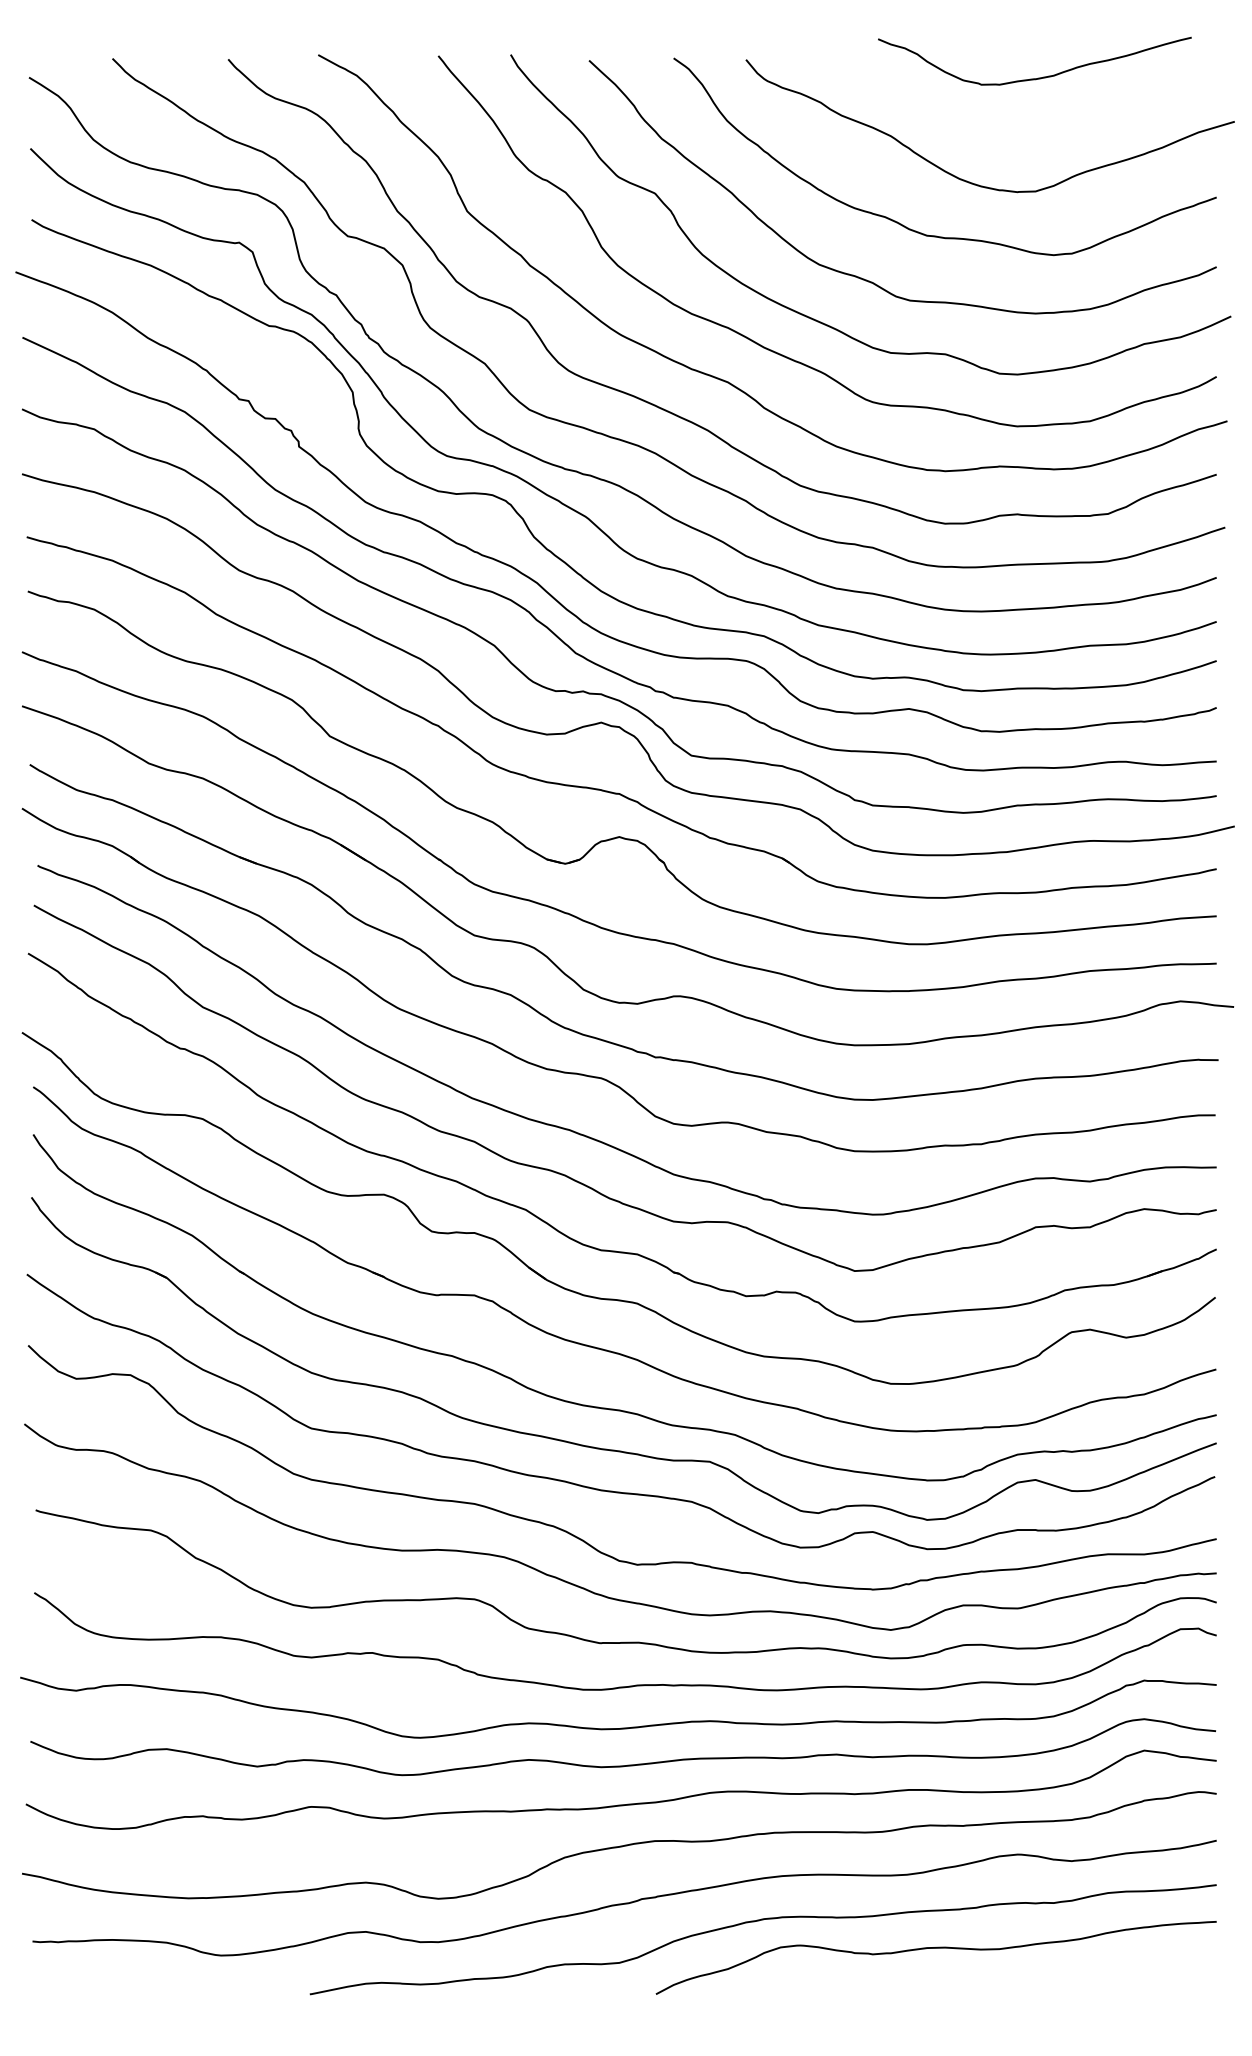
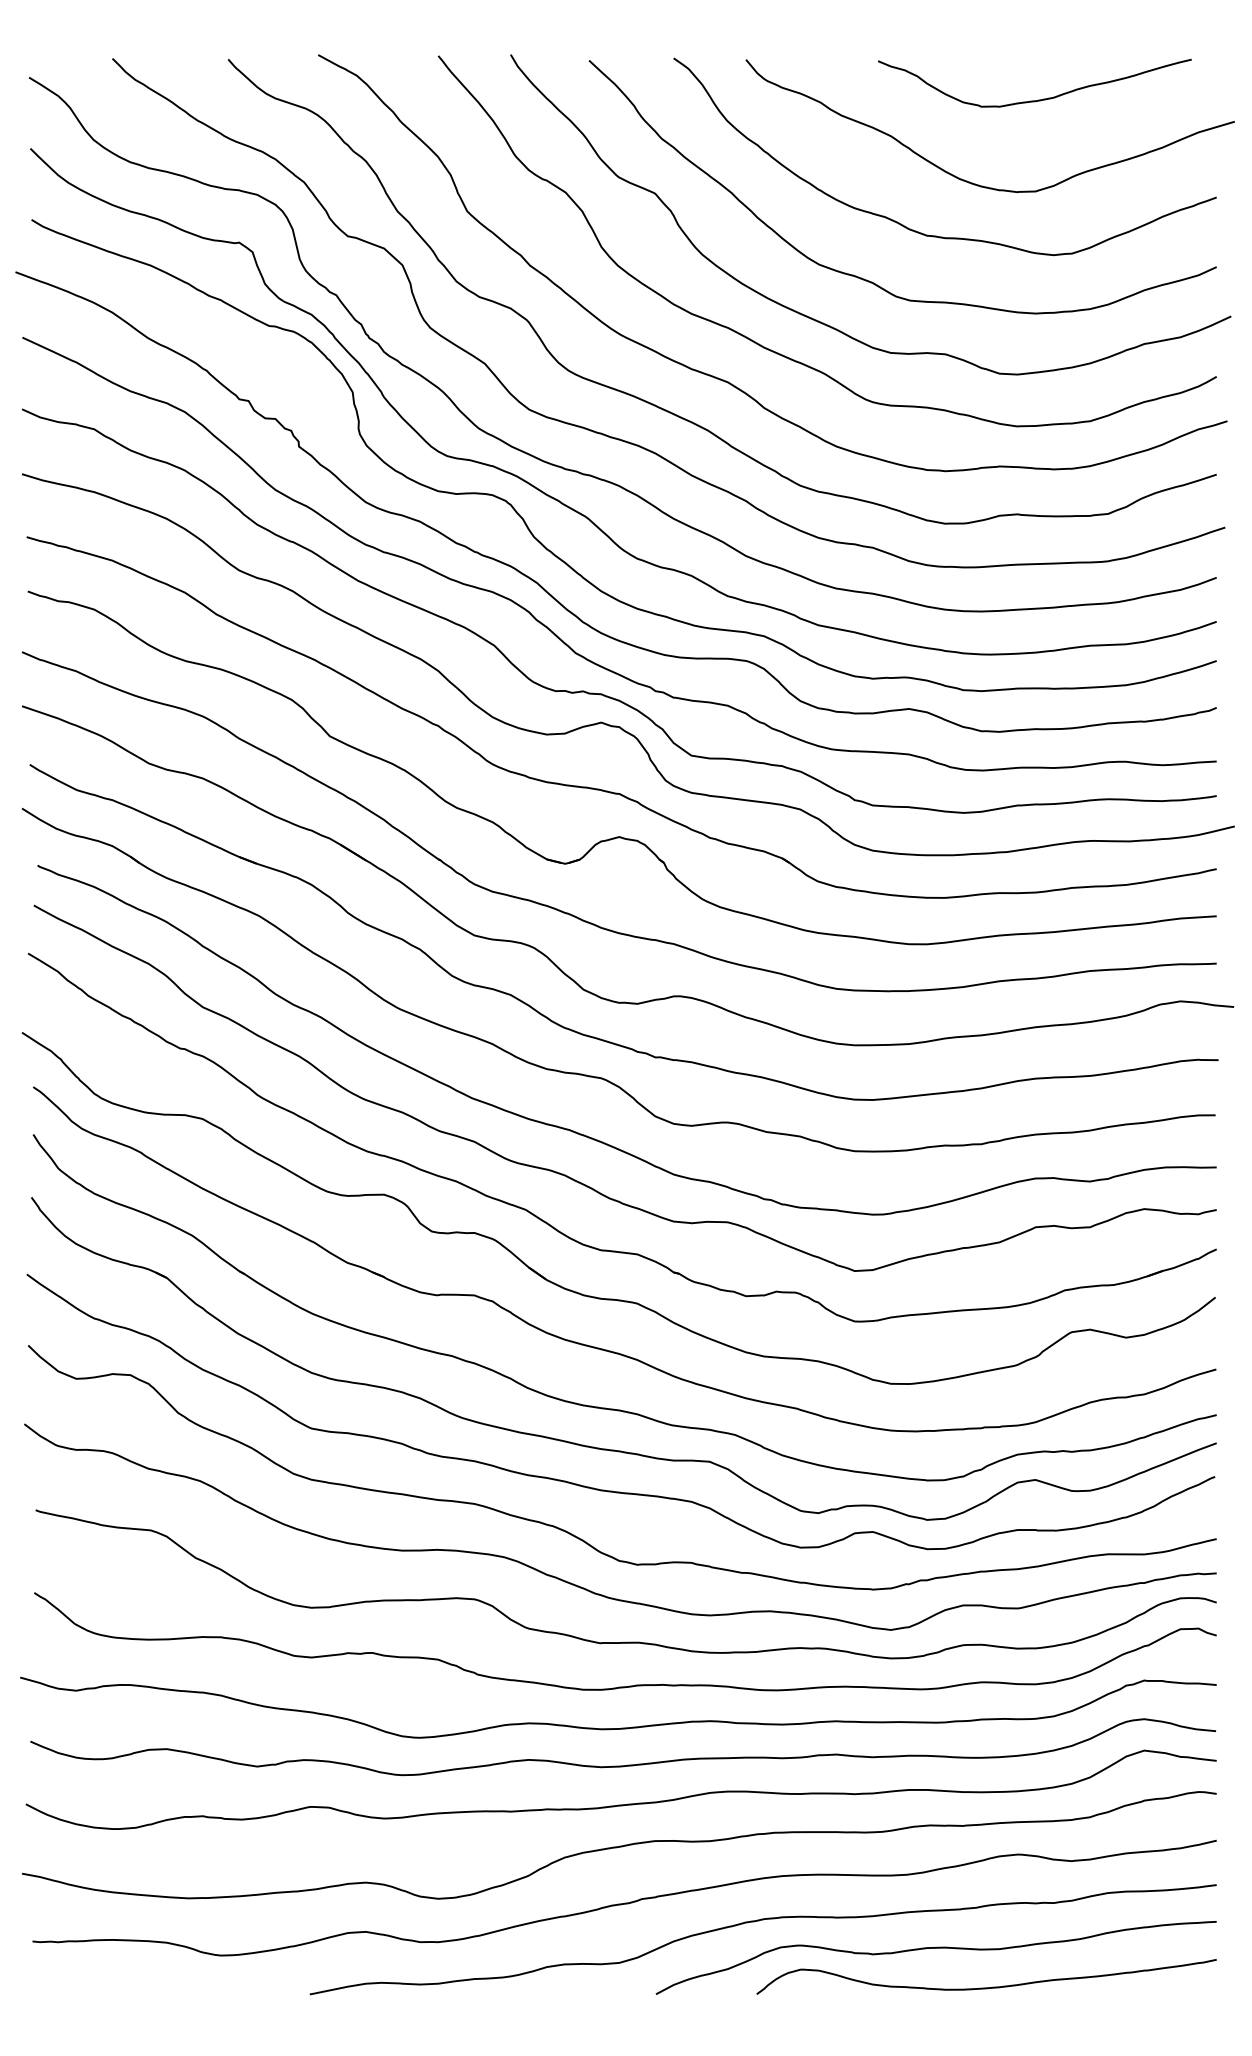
curve at (1038, 77) position: (1038, 77) -> (1038, 99)
curve at (986, 1987): none -> present
